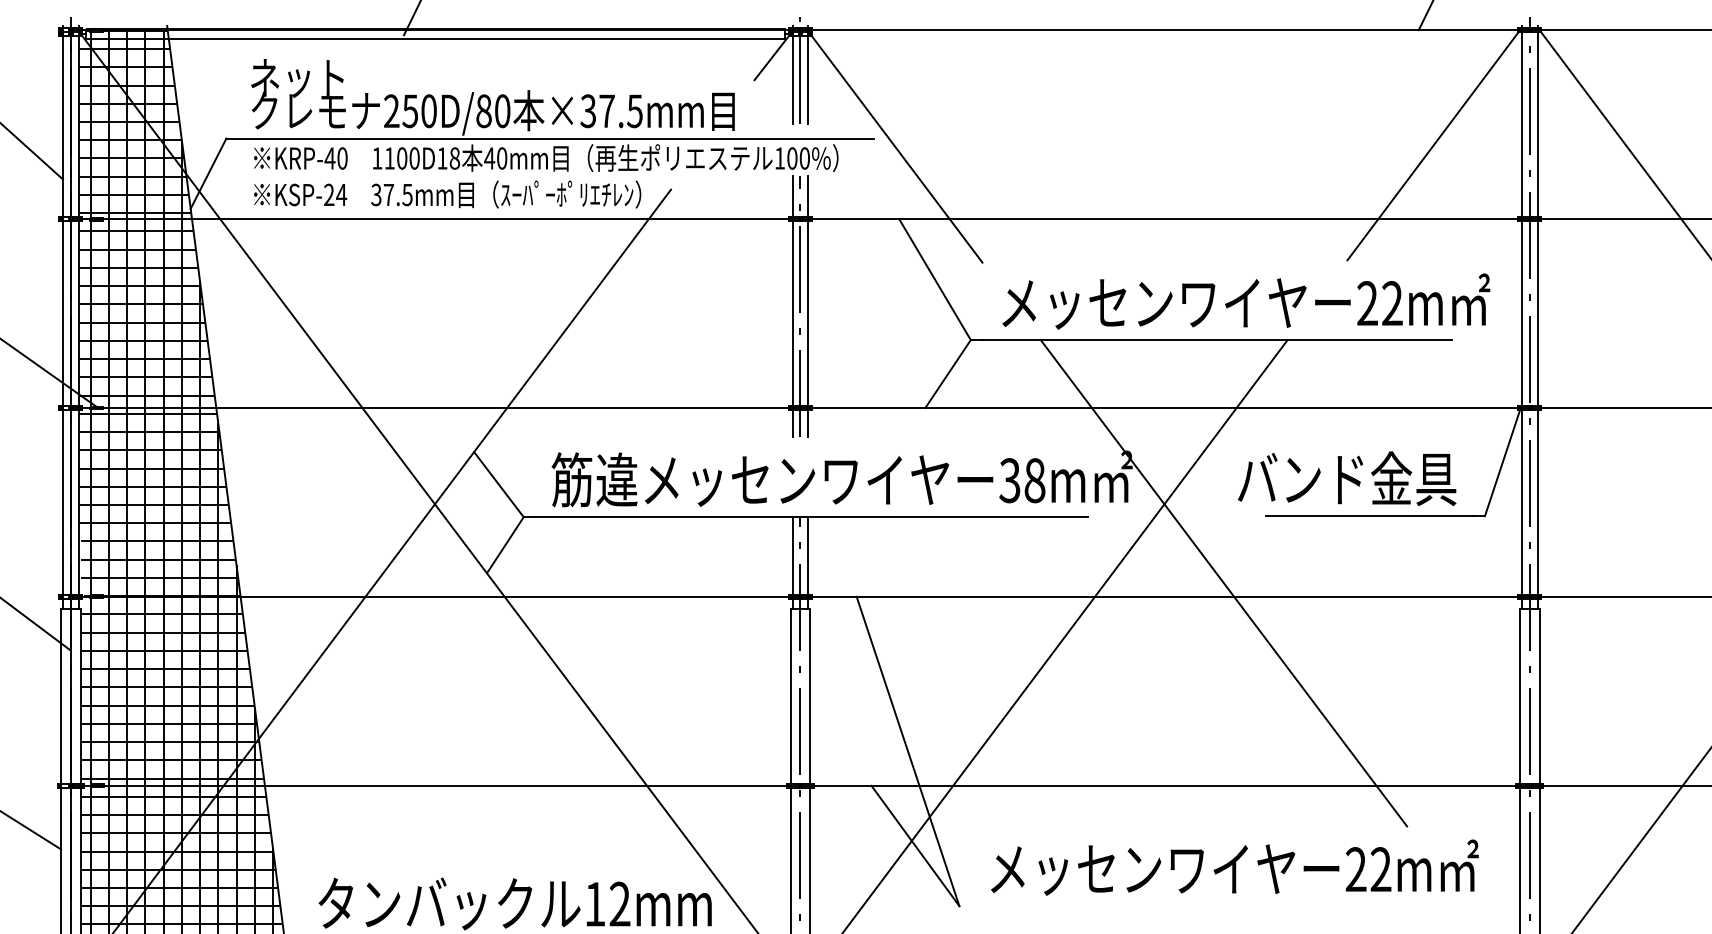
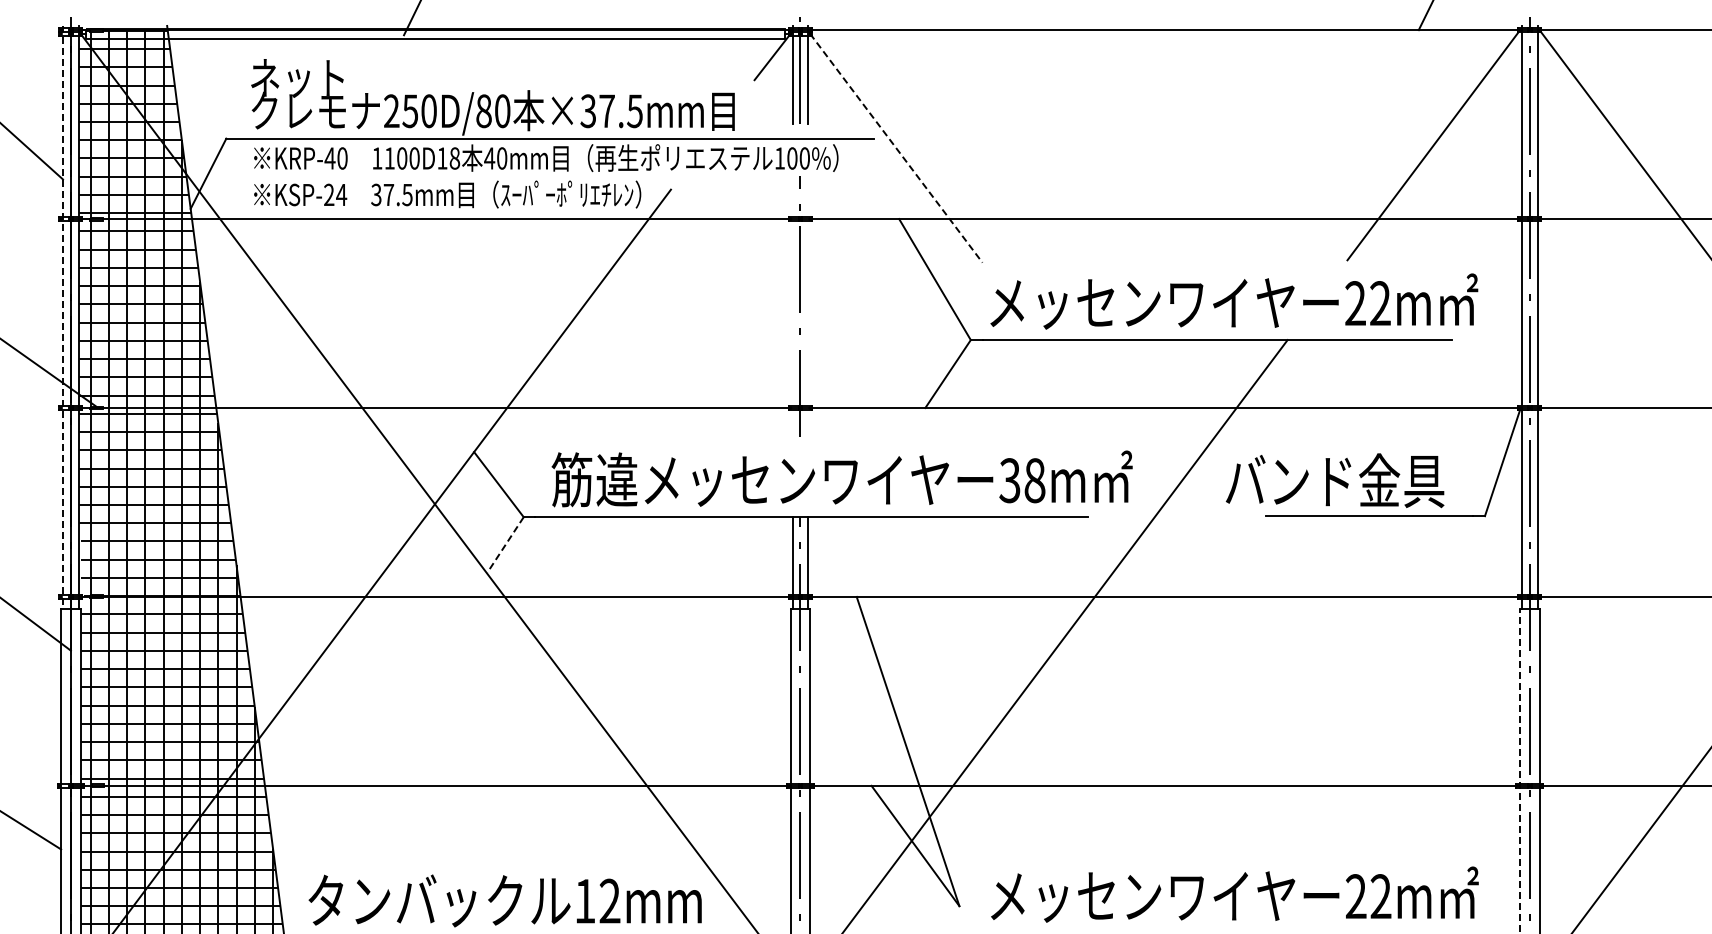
line at (896, 148): solid -> dashed
text at (1246, 301) position: (1246, 301) -> (1234, 301)
line at (792, 306): present -> none
line at (808, 306): present -> none
line at (63, 317): solid -> dashed
text at (1346, 478) position: (1346, 478) -> (1334, 480)
line at (505, 545): solid -> dashed
line at (1223, 583): present -> none
line at (1520, 771): solid -> dashed
text at (1234, 867) position: (1234, 867) -> (1234, 894)
text at (514, 903) position: (514, 903) -> (504, 900)
